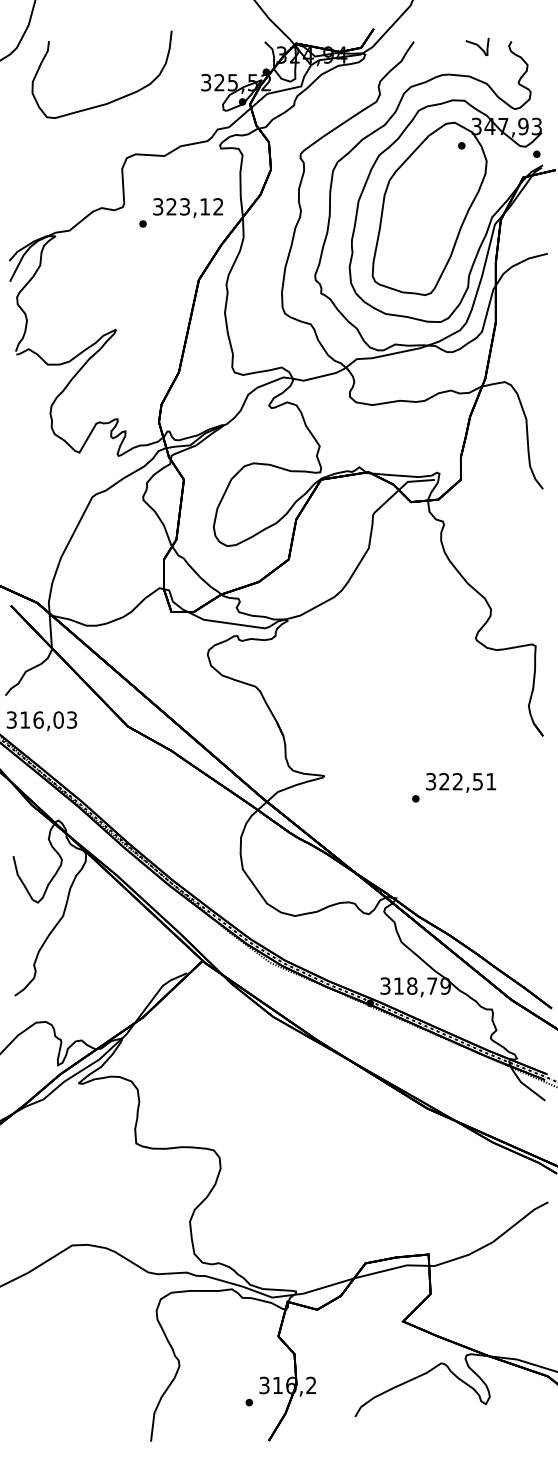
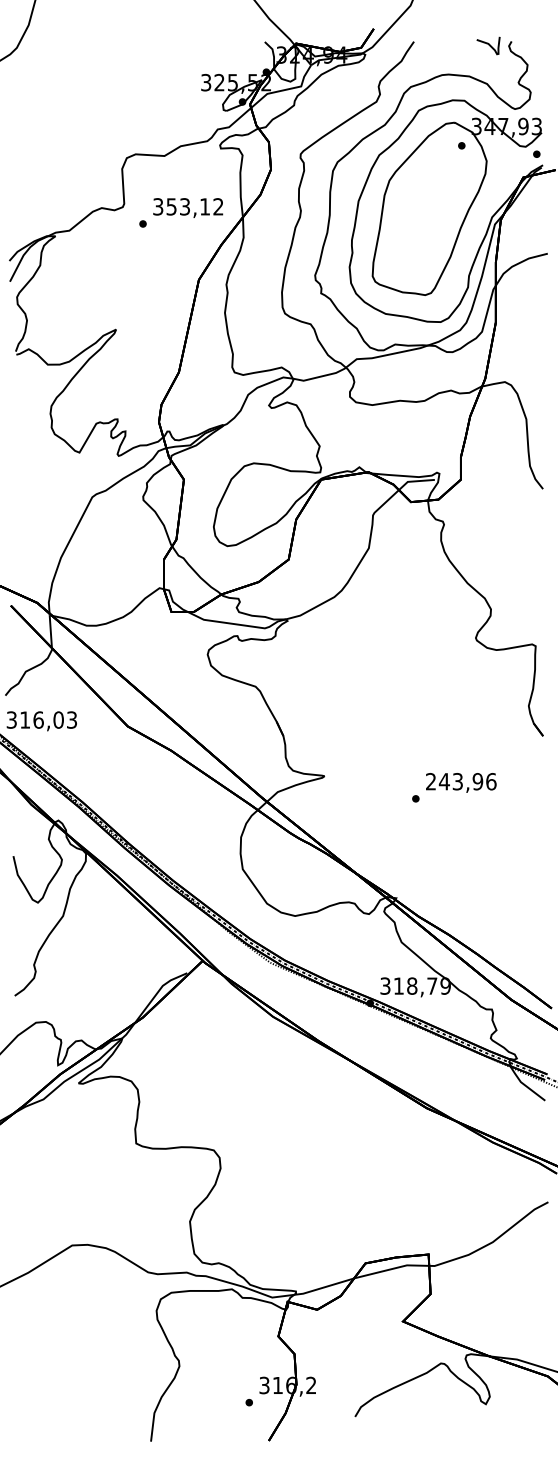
curve at (477, 46) position: (477, 46) -> (488, 45)
curve at (109, 101): present -> none
text at (171, 206): 323,12 -> 353,12
text at (461, 781): 322,51 -> 243,96
